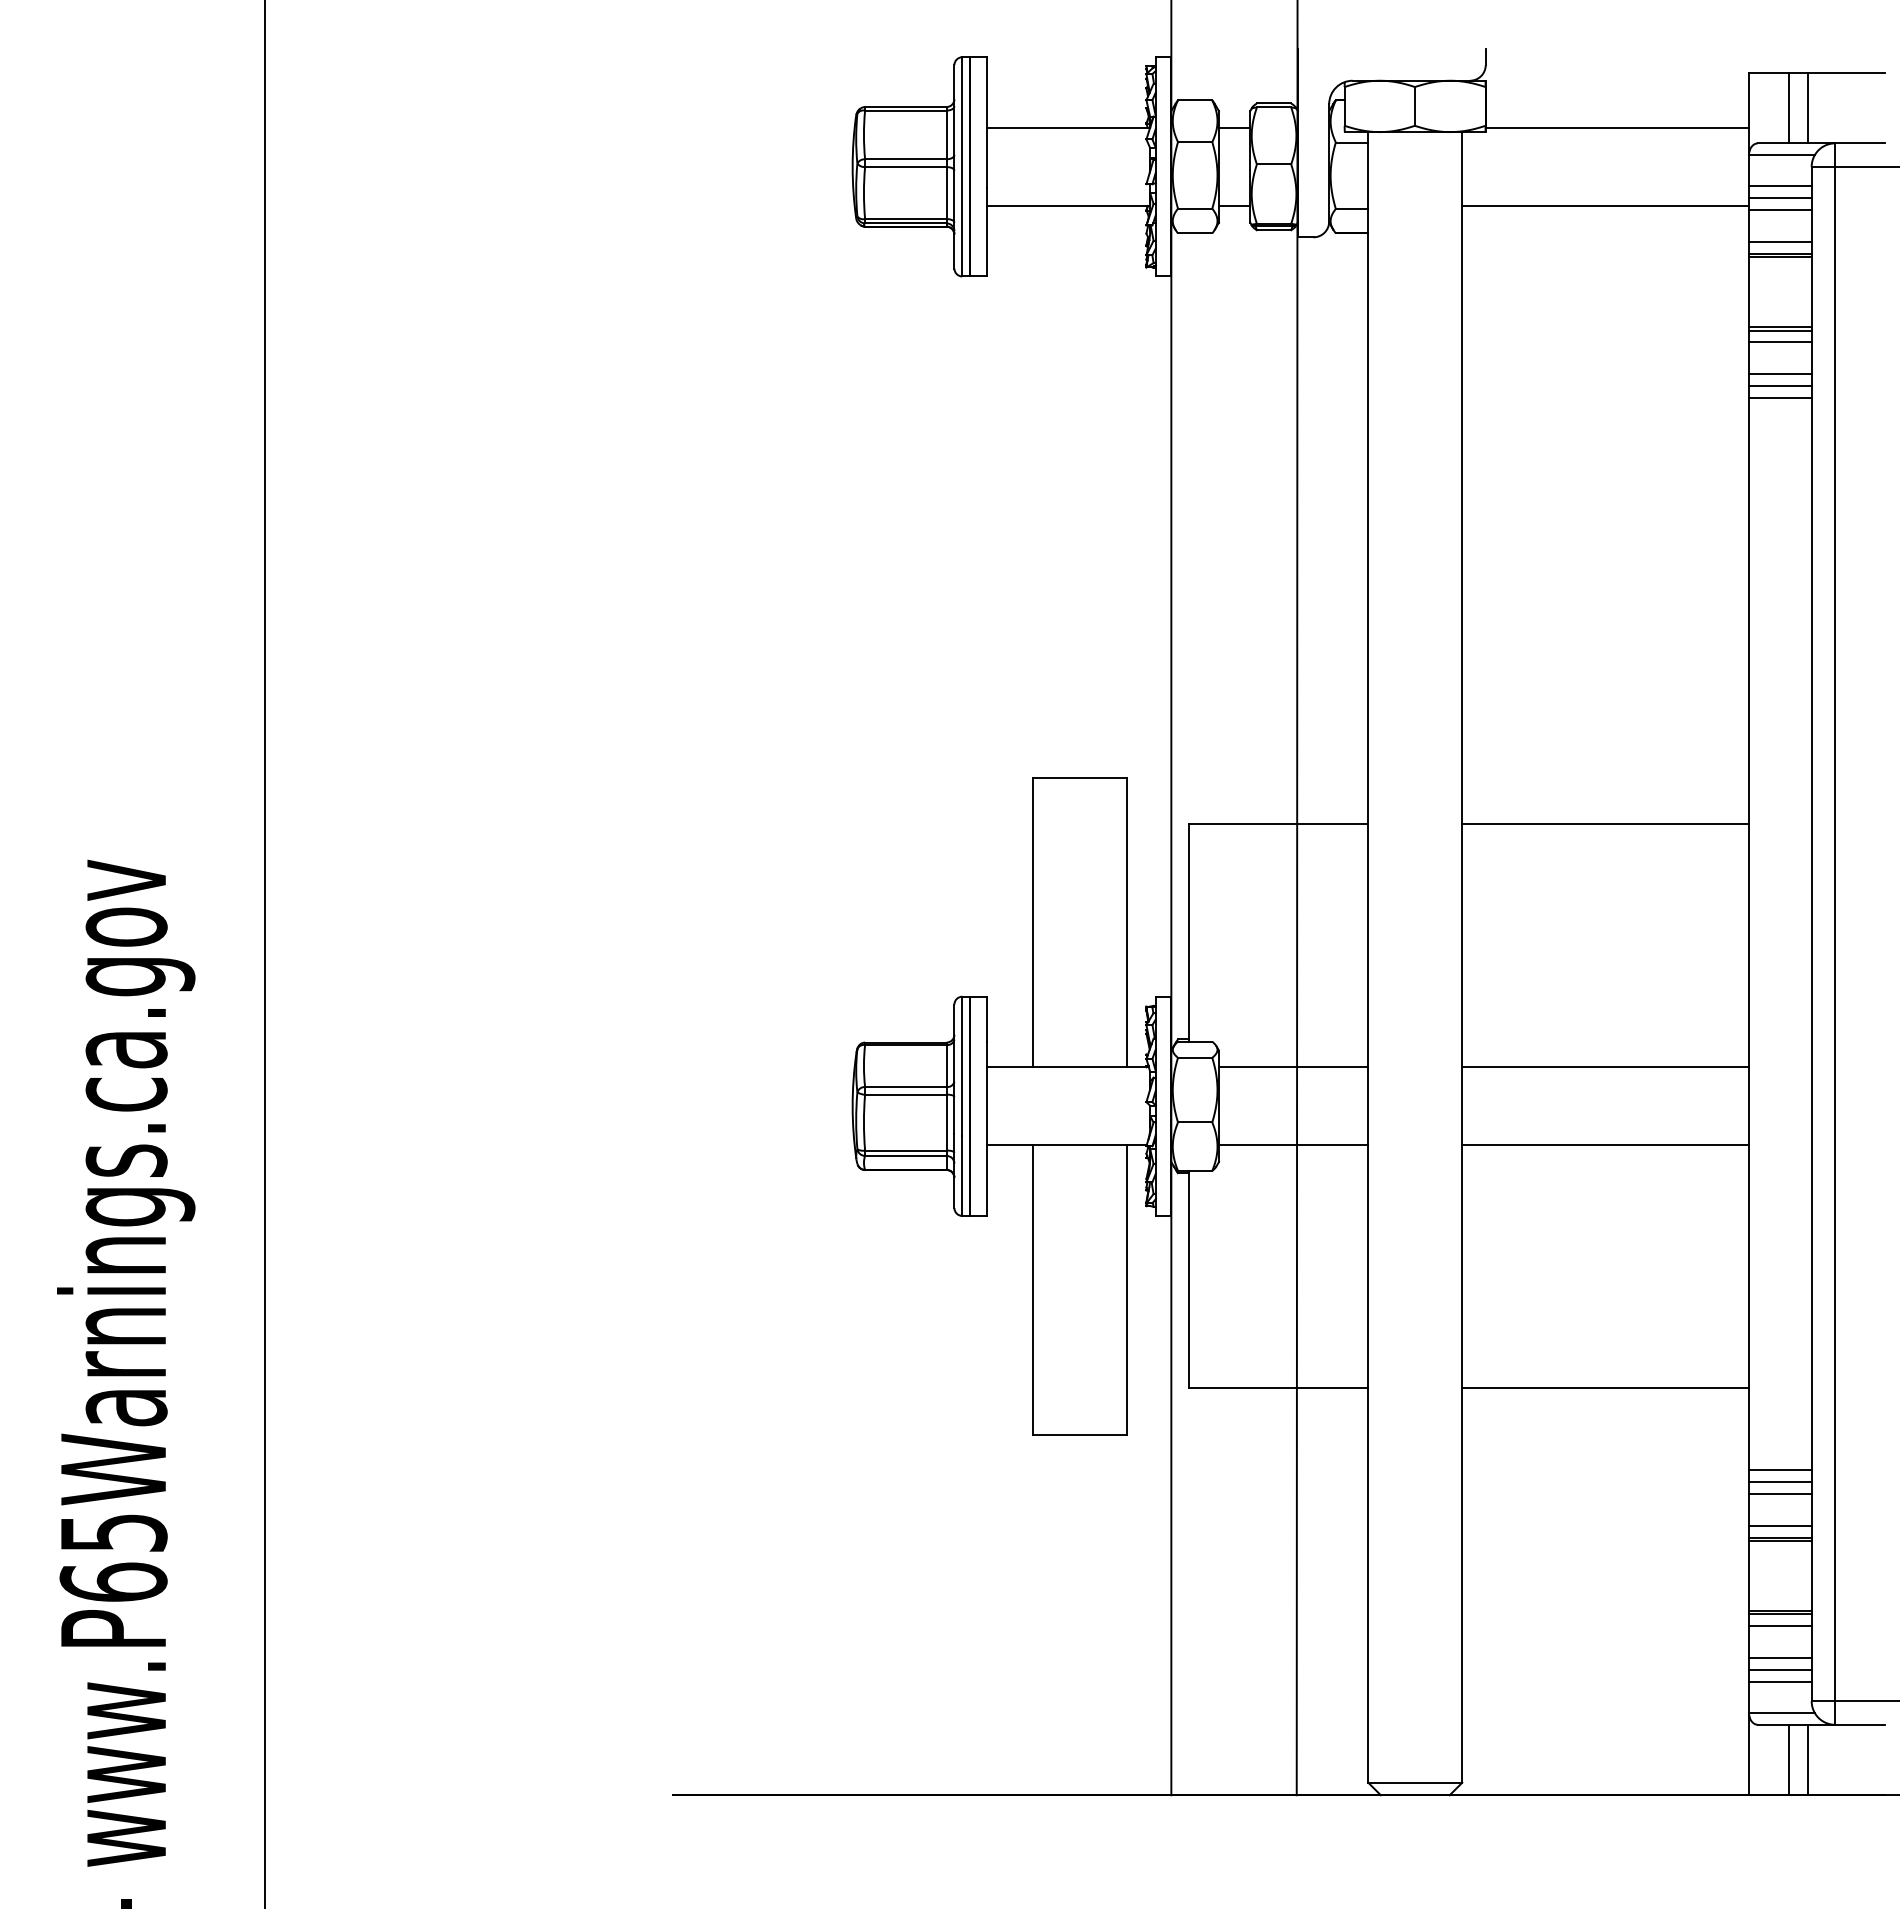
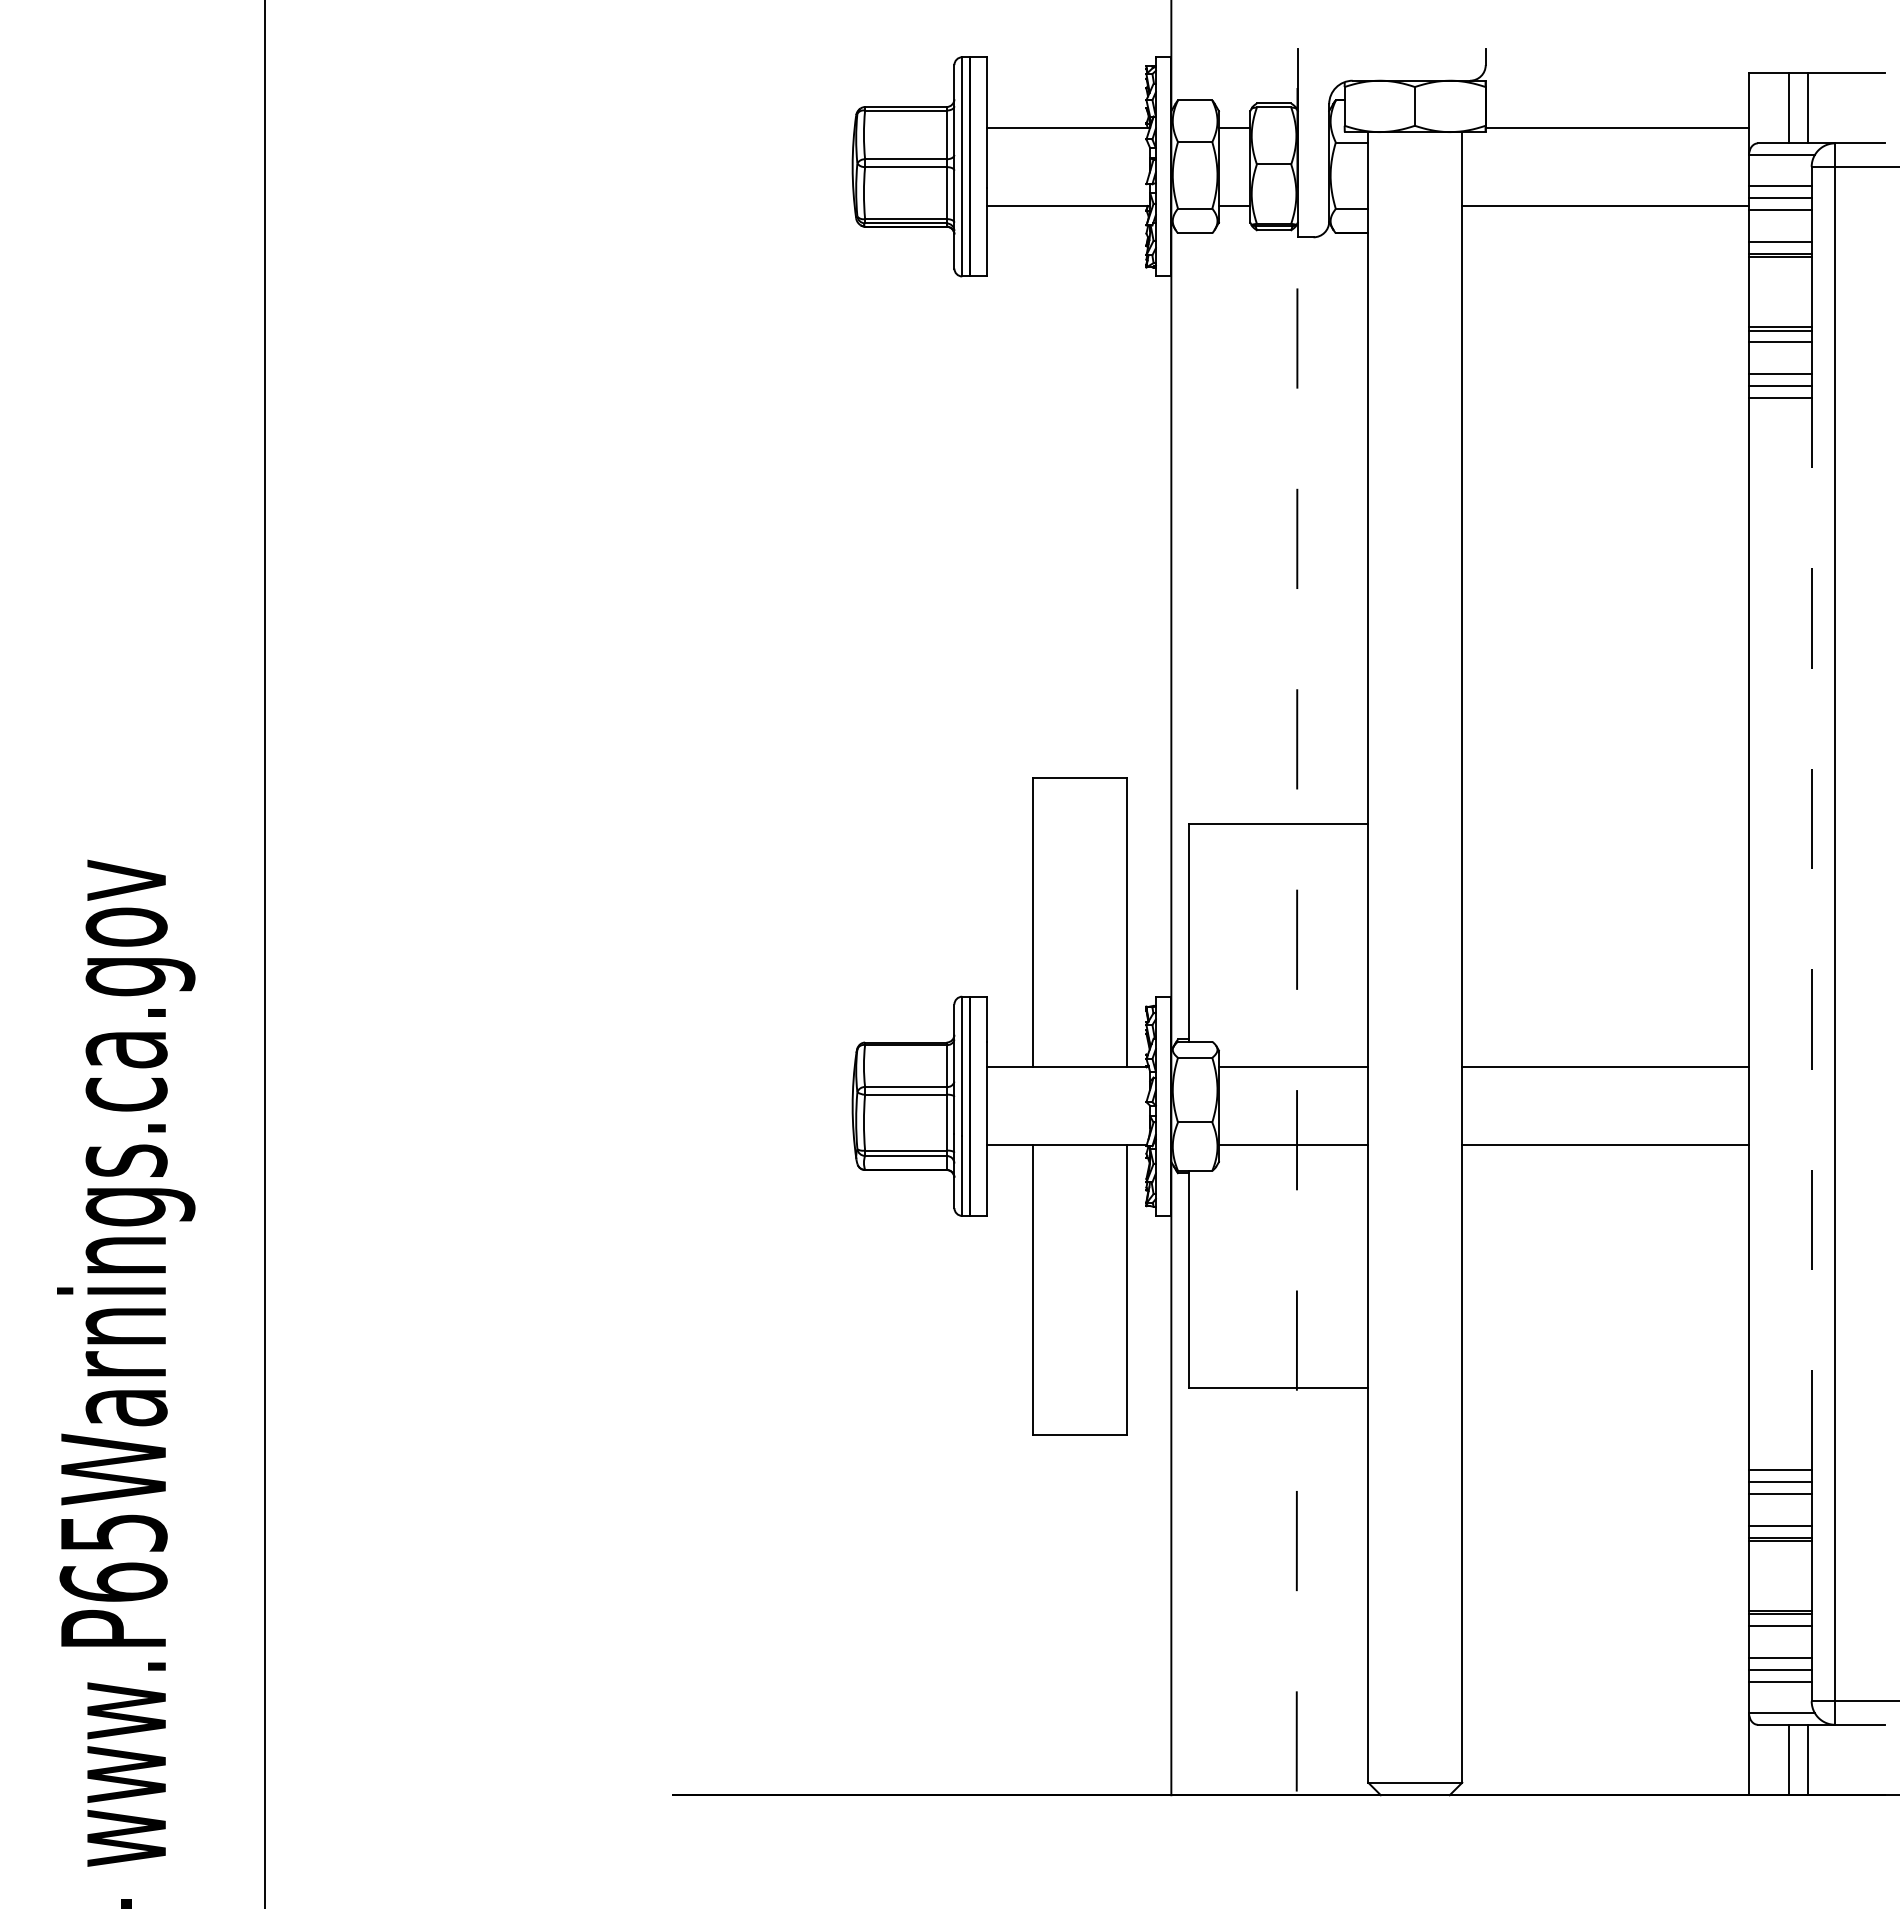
line at (1605, 824): present -> none
line at (1297, 898): solid -> dashed
line at (1811, 933): solid -> dashed
line at (1605, 1388): present -> none
